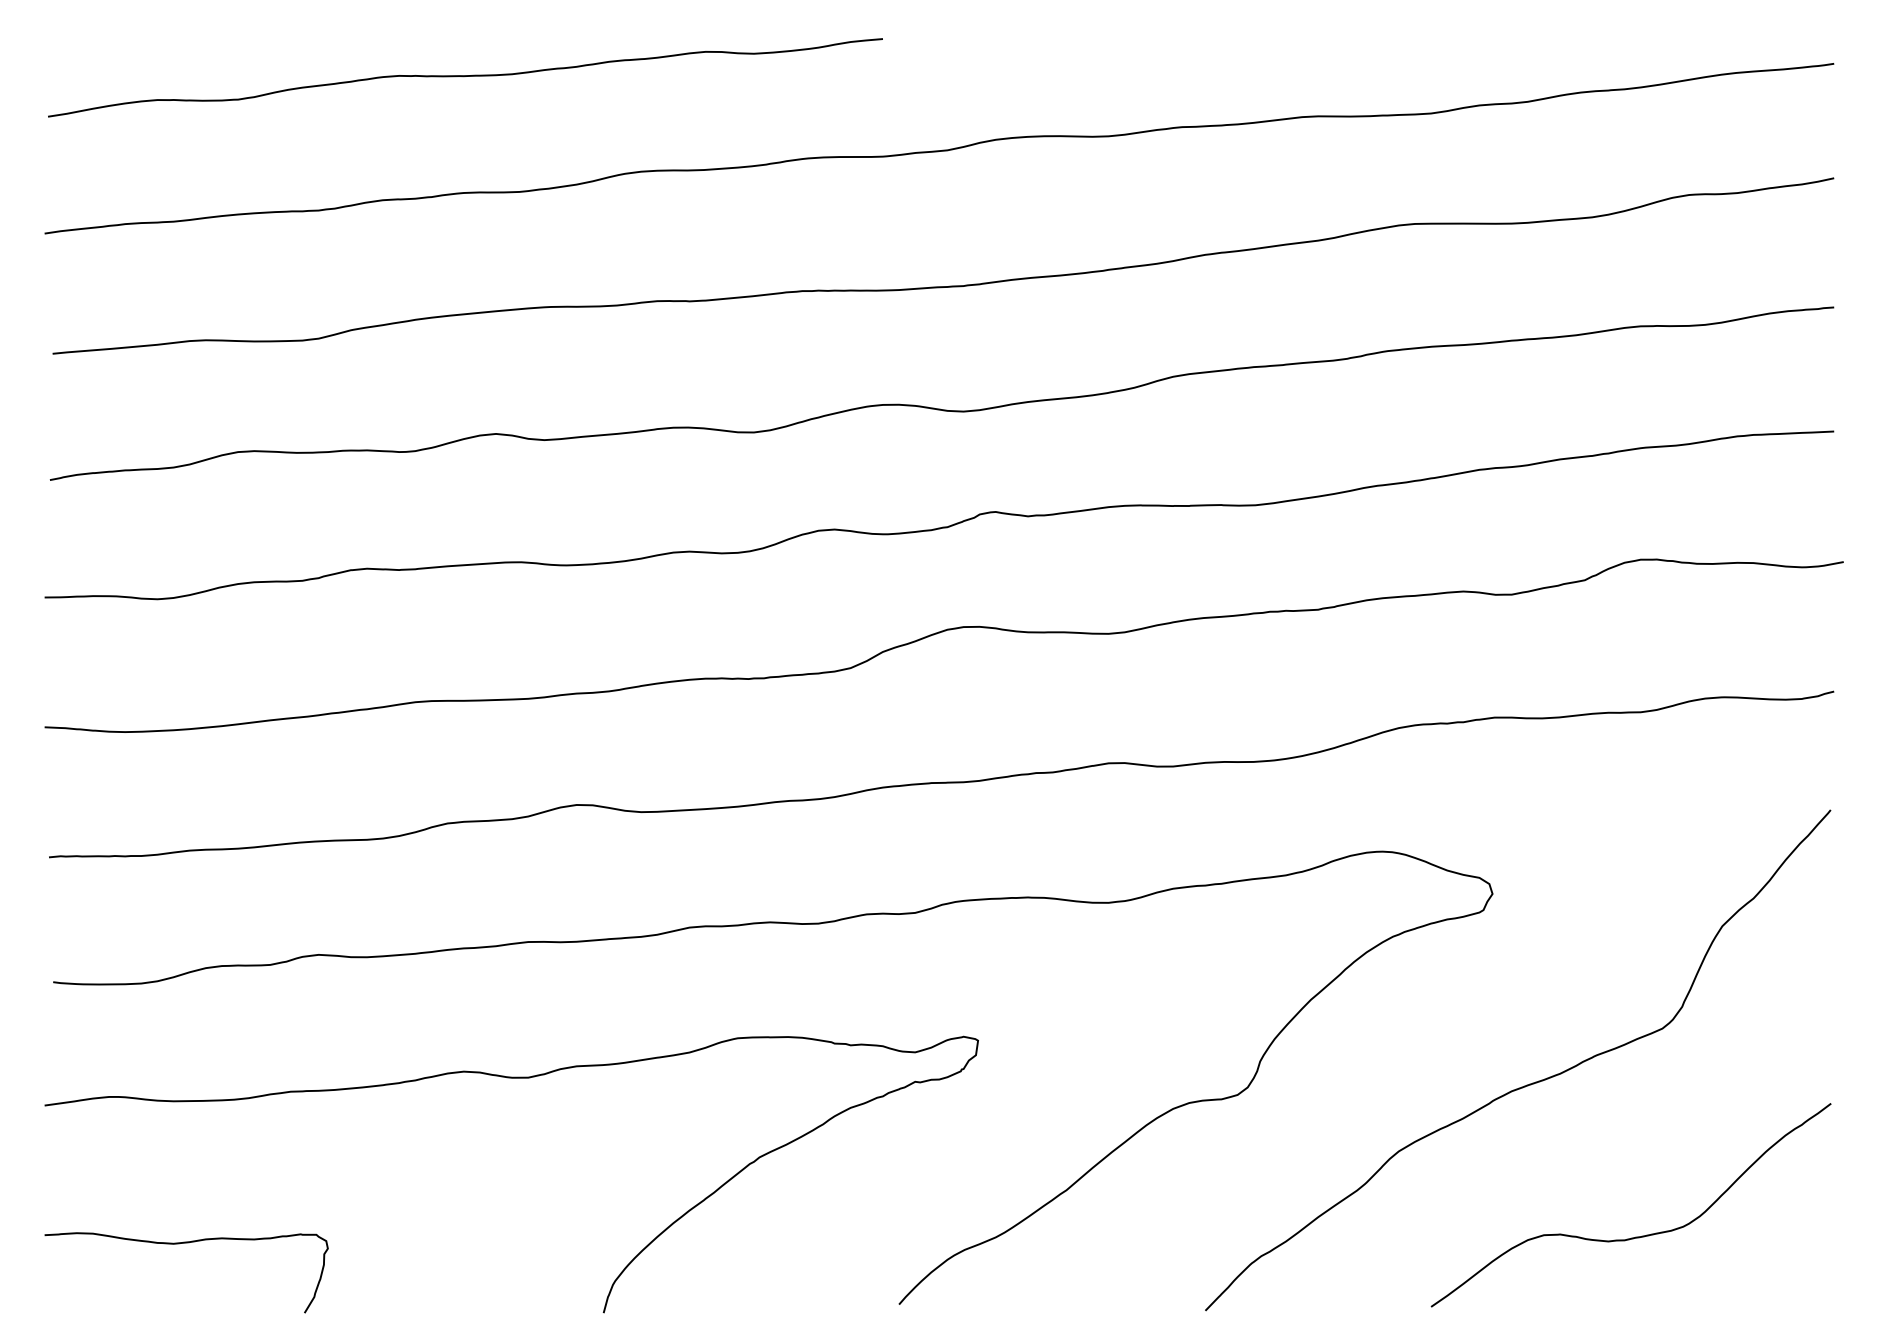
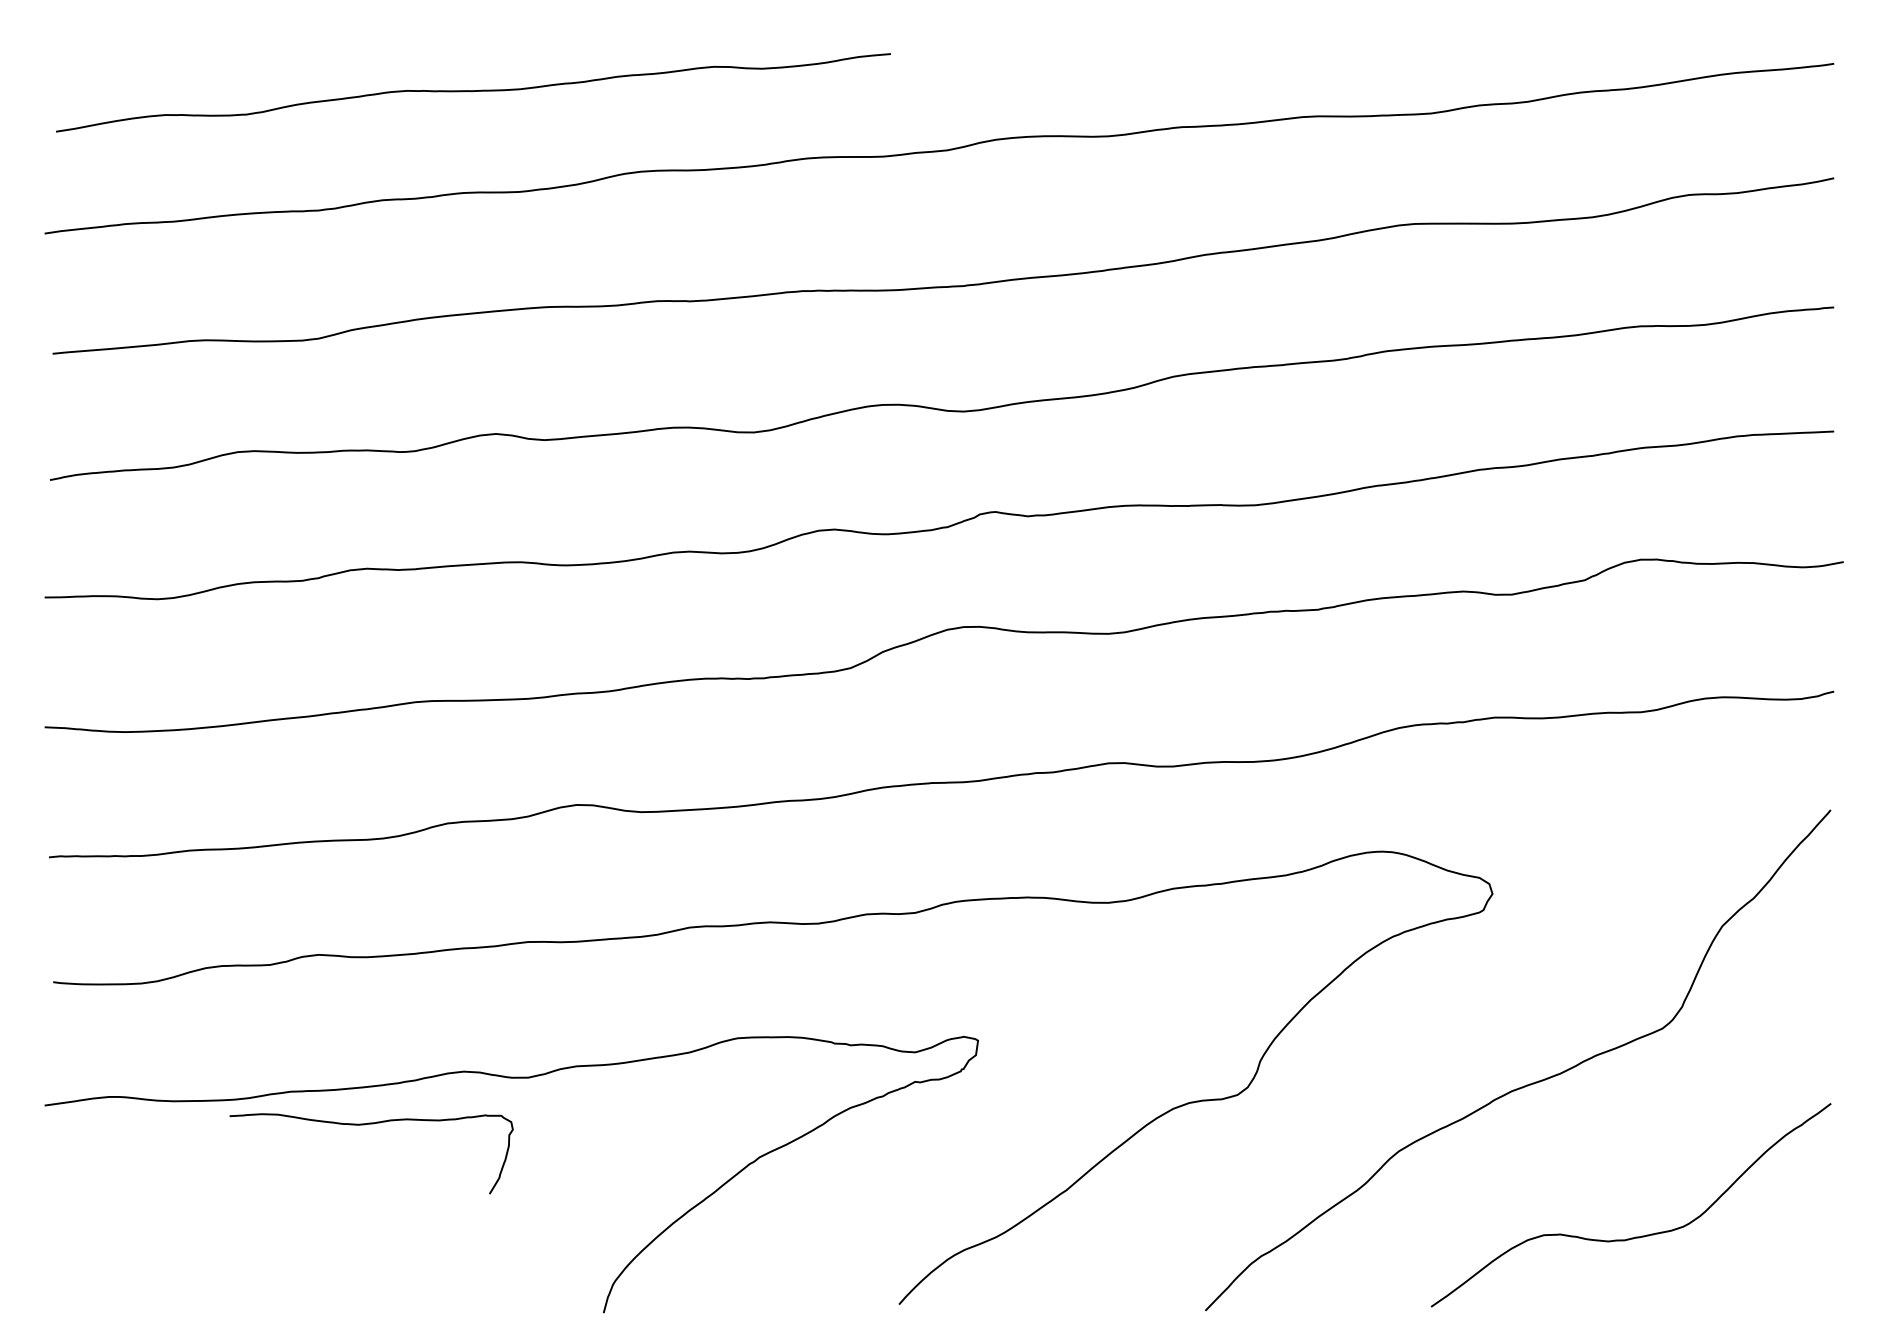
curve at (465, 76) position: (465, 76) -> (473, 91)
curve at (179, 1244) position: (179, 1244) -> (364, 1125)
